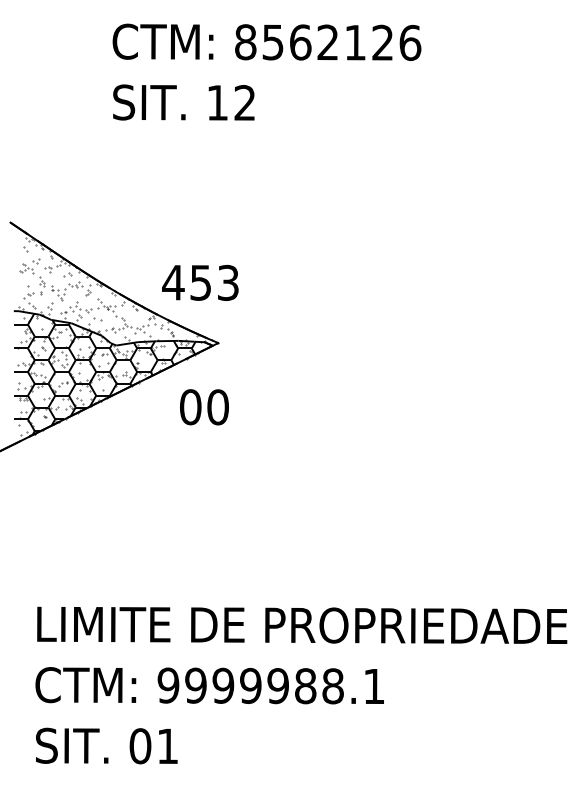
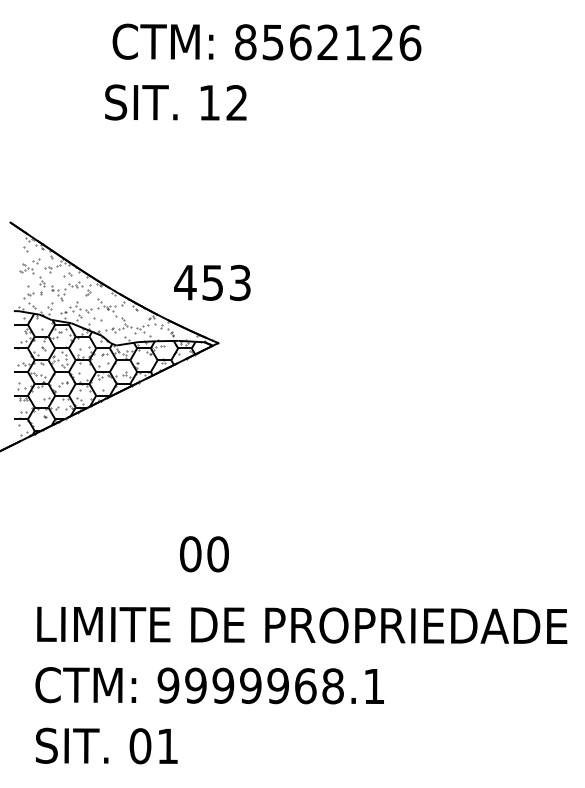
text at (183, 102) position: (183, 102) -> (175, 102)
text at (200, 282) position: (200, 282) -> (212, 282)
text at (204, 407) position: (204, 407) -> (204, 554)
text at (305, 686): 9999988.1 -> 9999968.1
